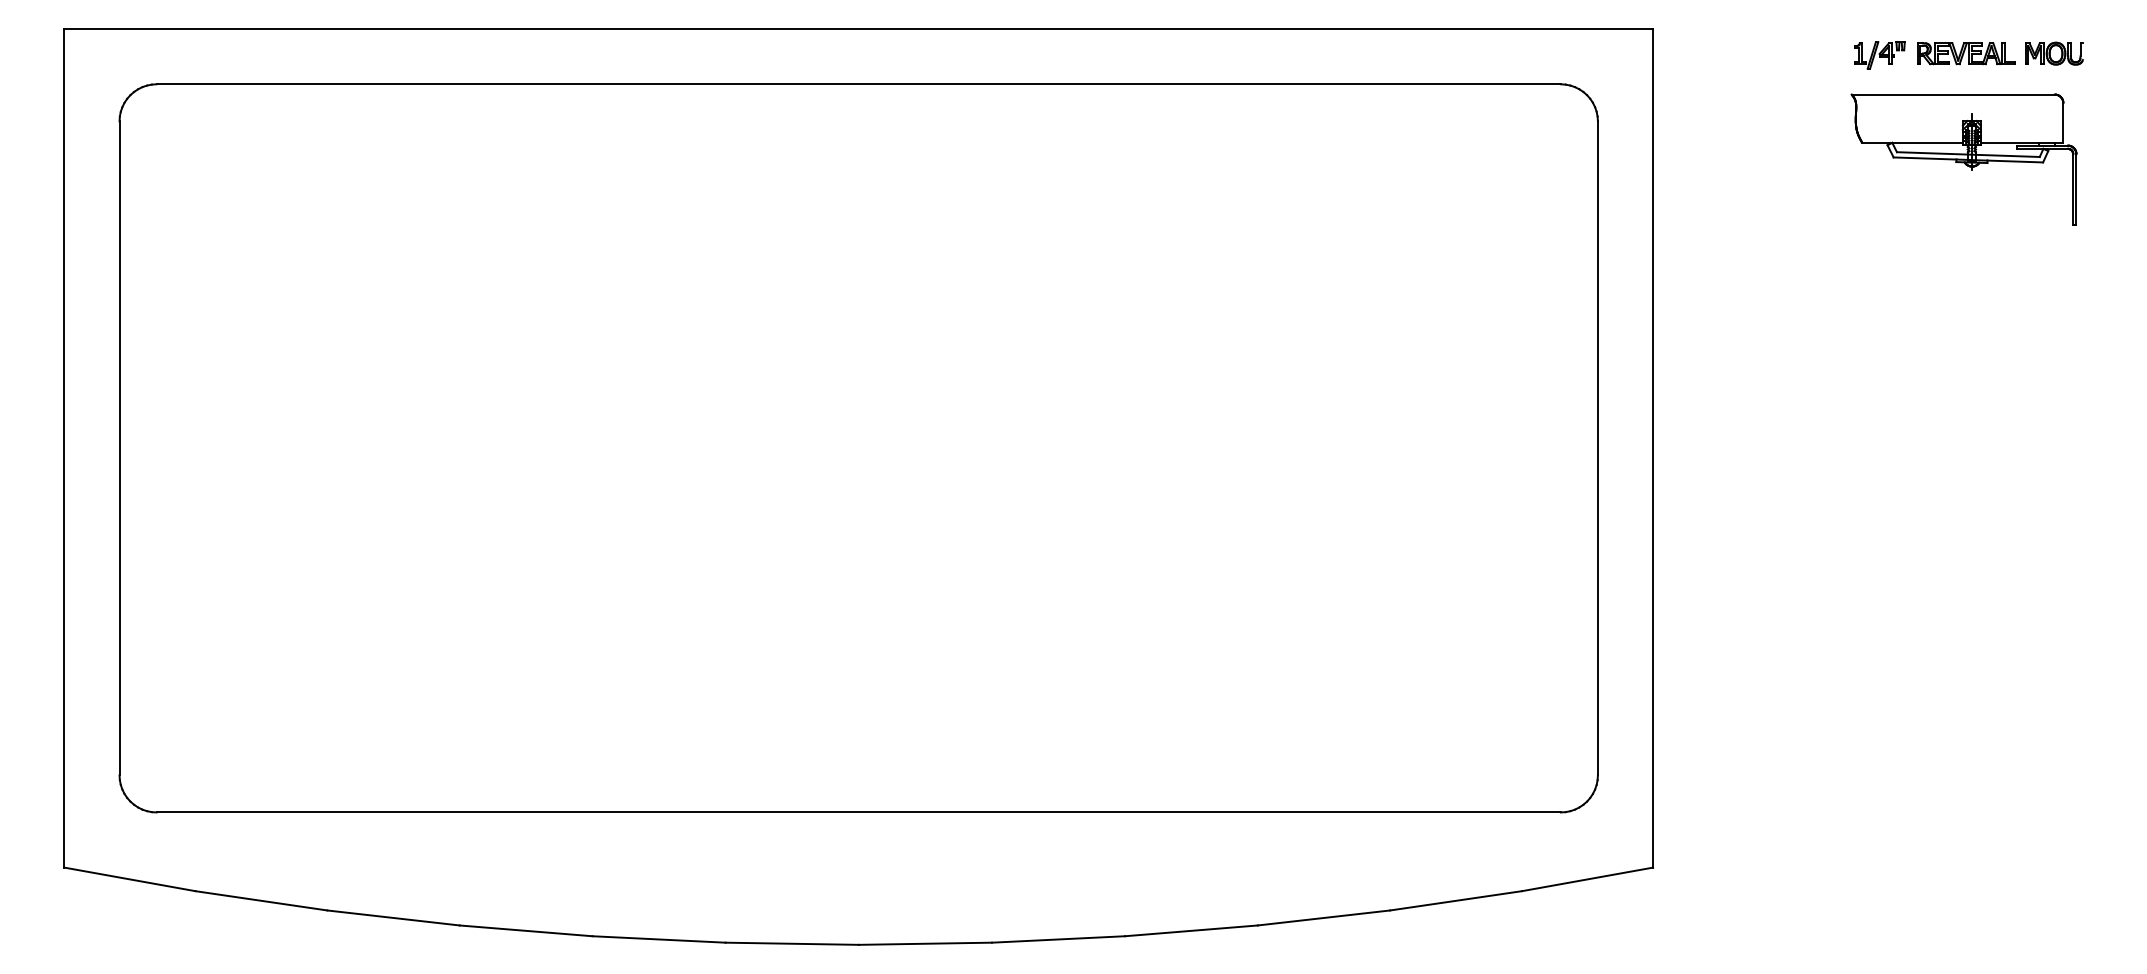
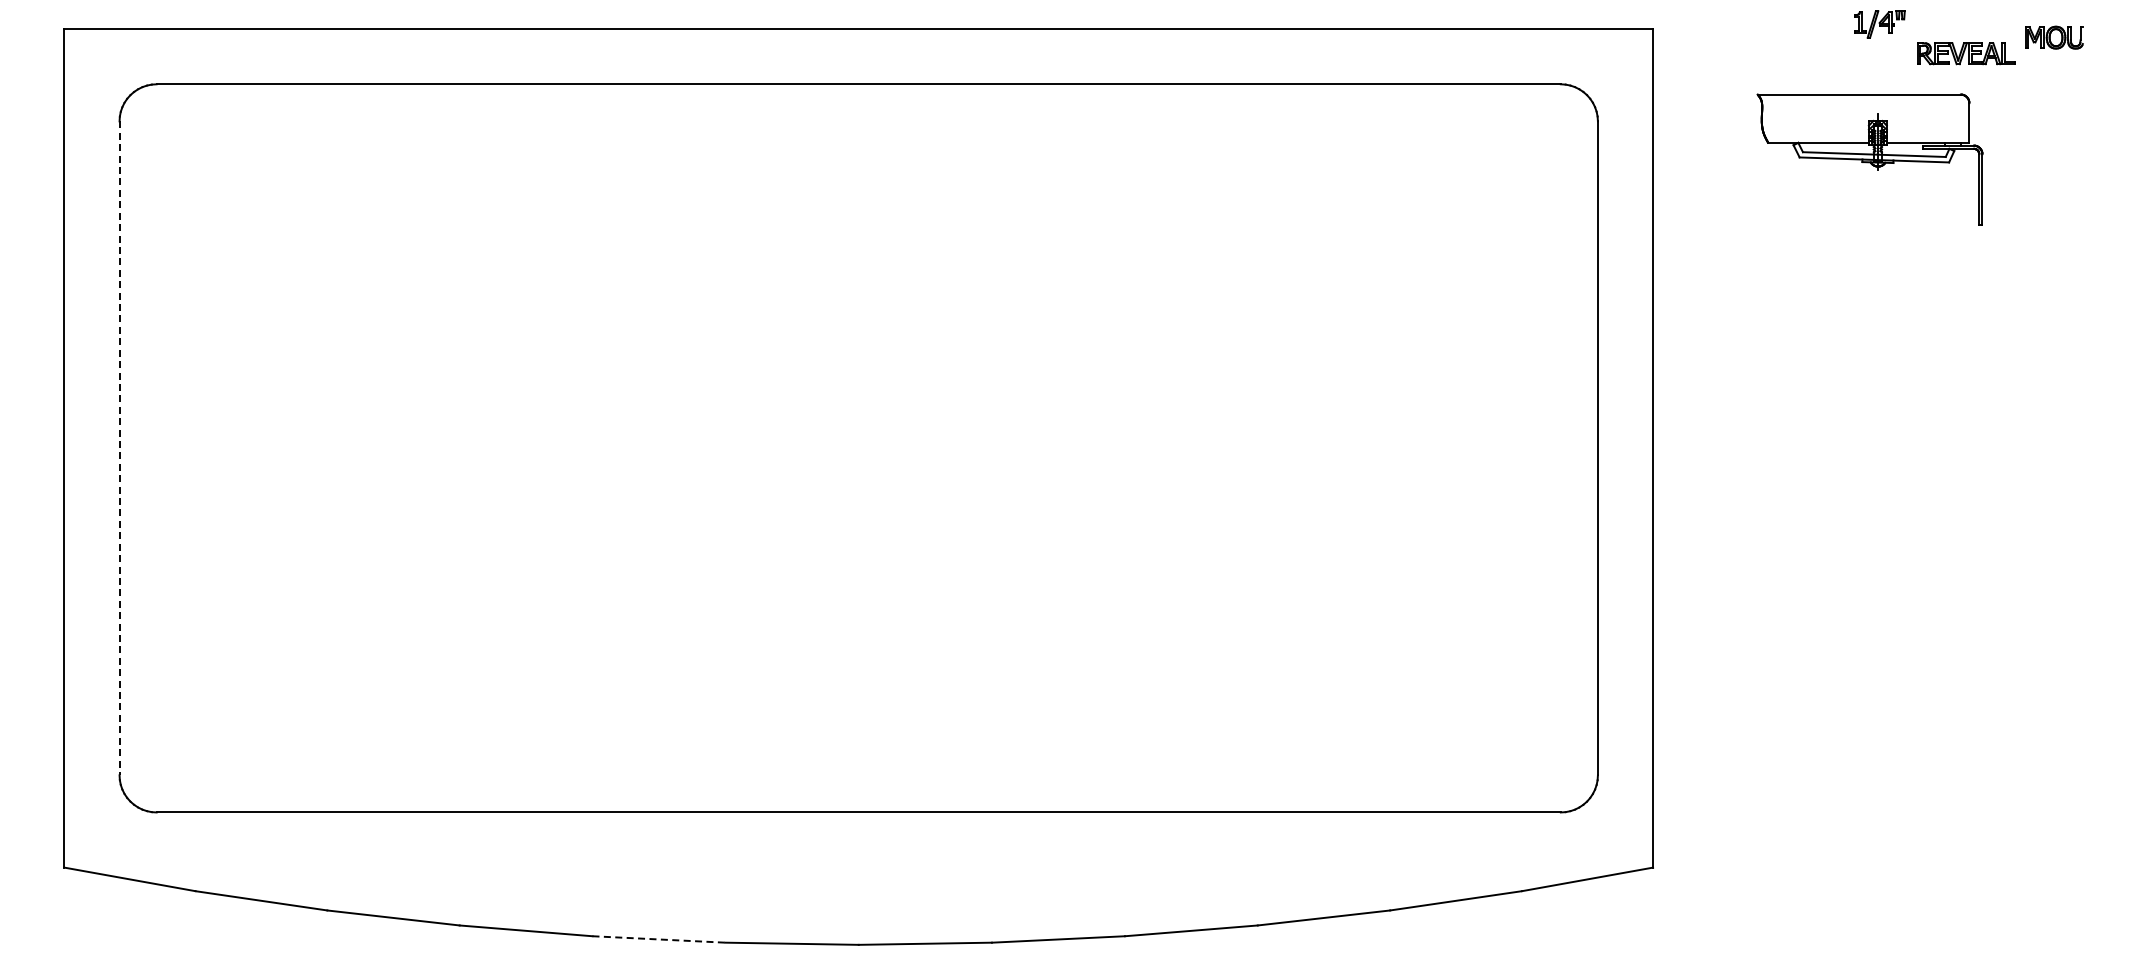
part at (2054, 53) position: (2054, 53) -> (2054, 37)
part at (1879, 55) position: (1879, 55) -> (1879, 24)
part at (1963, 159) position: (1963, 159) -> (1869, 159)
line at (119, 448): solid -> dashed
line at (658, 939): solid -> dashed
